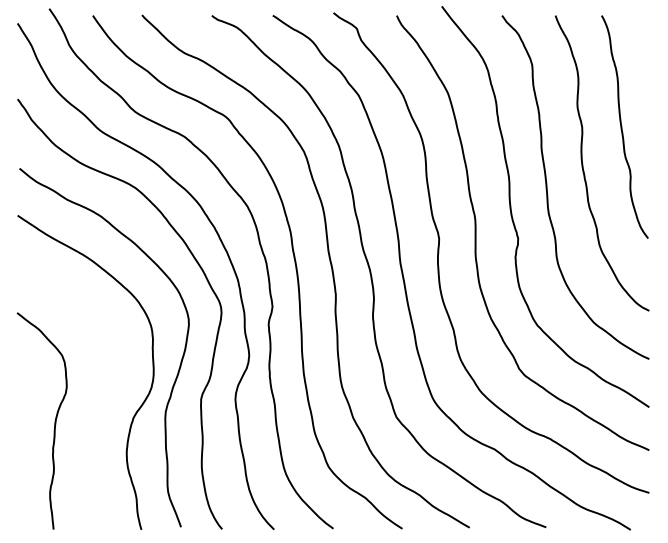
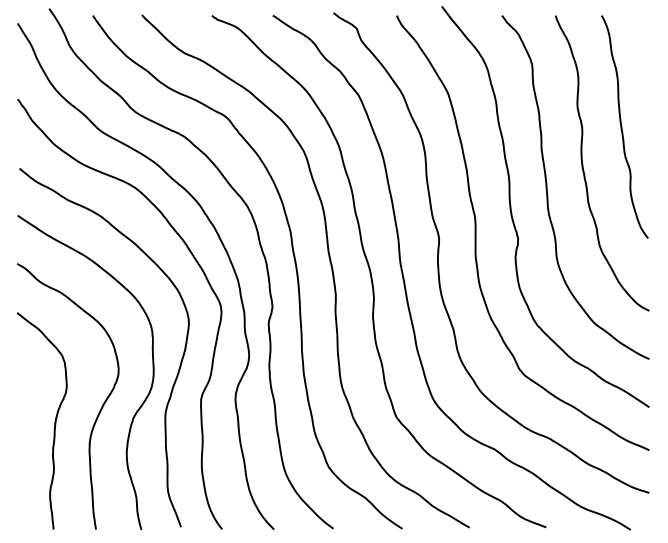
curve at (98, 412): none -> present
